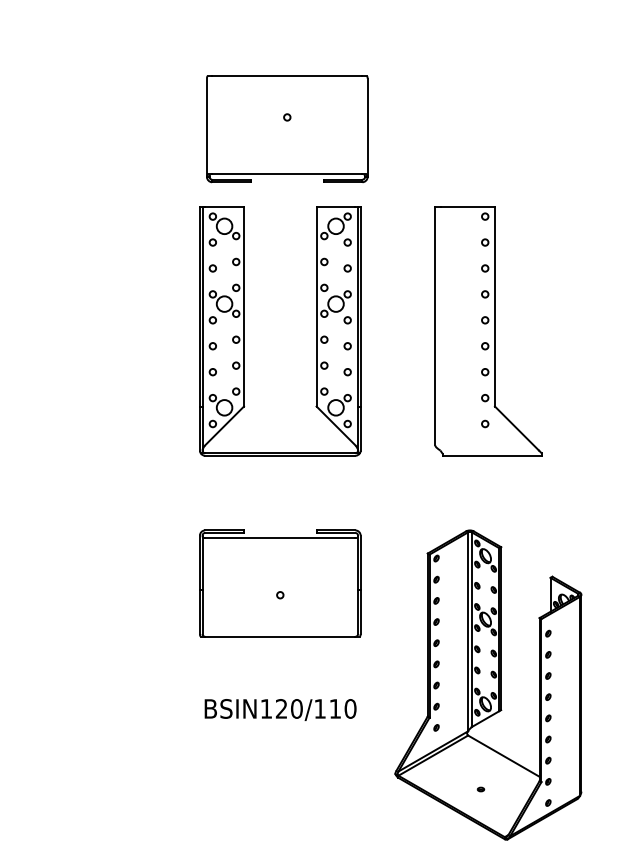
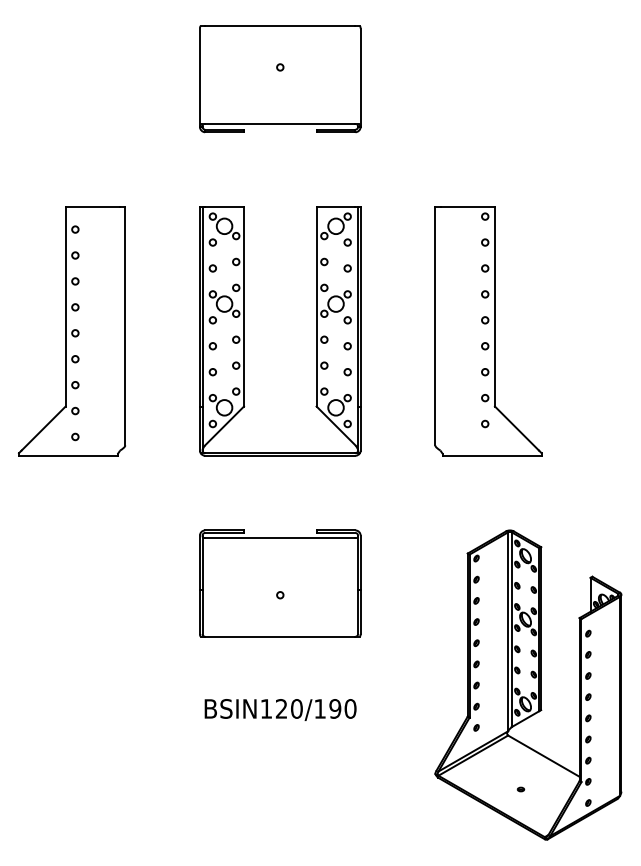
part at (287, 129) position: (287, 129) -> (280, 79)
part at (71, 331): none -> present
part at (488, 684) position: (488, 684) -> (528, 684)
text at (335, 708): BSIN120/110 -> BSIN120/190
